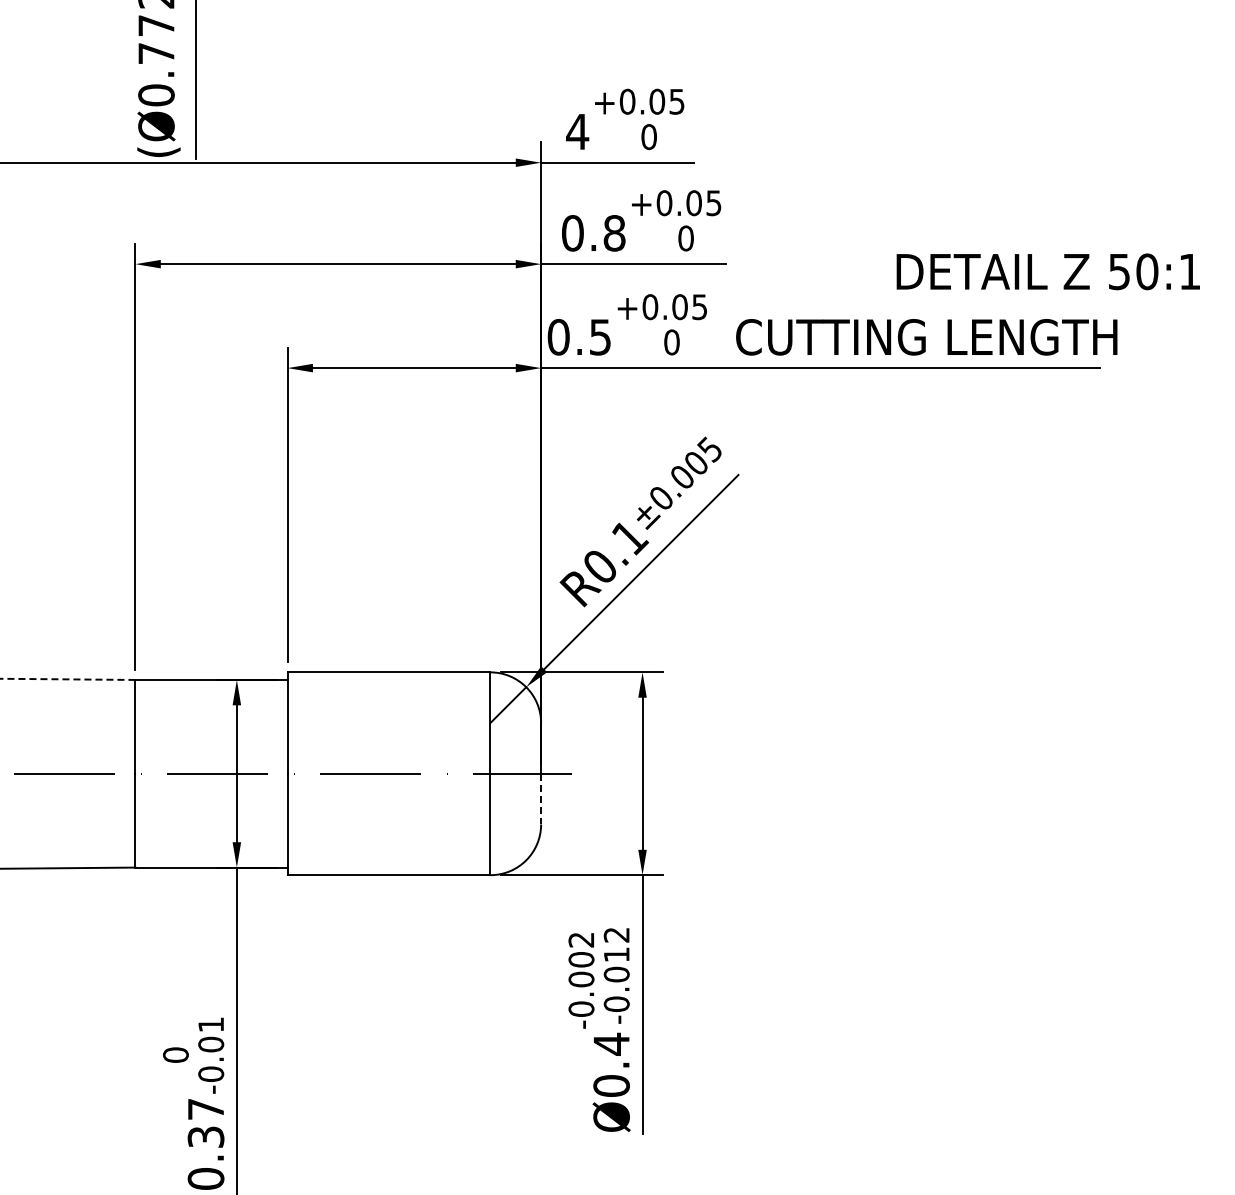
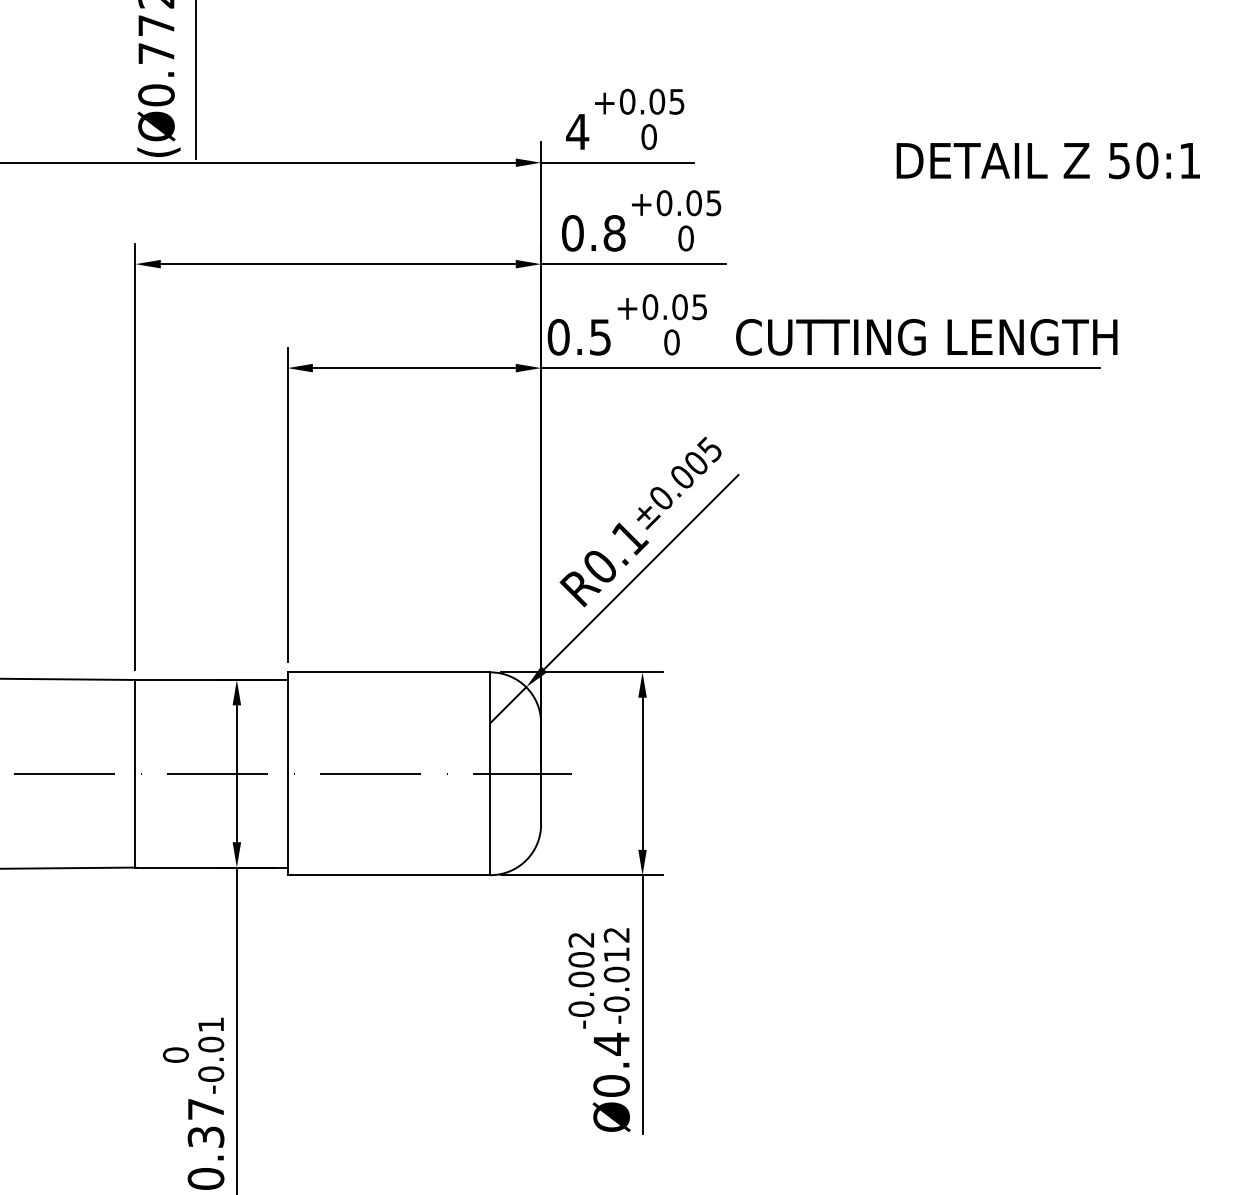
text at (1047, 271) position: (1047, 271) -> (1047, 160)
line at (67, 679): dashed -> solid
line at (541, 799): dashed -> solid
